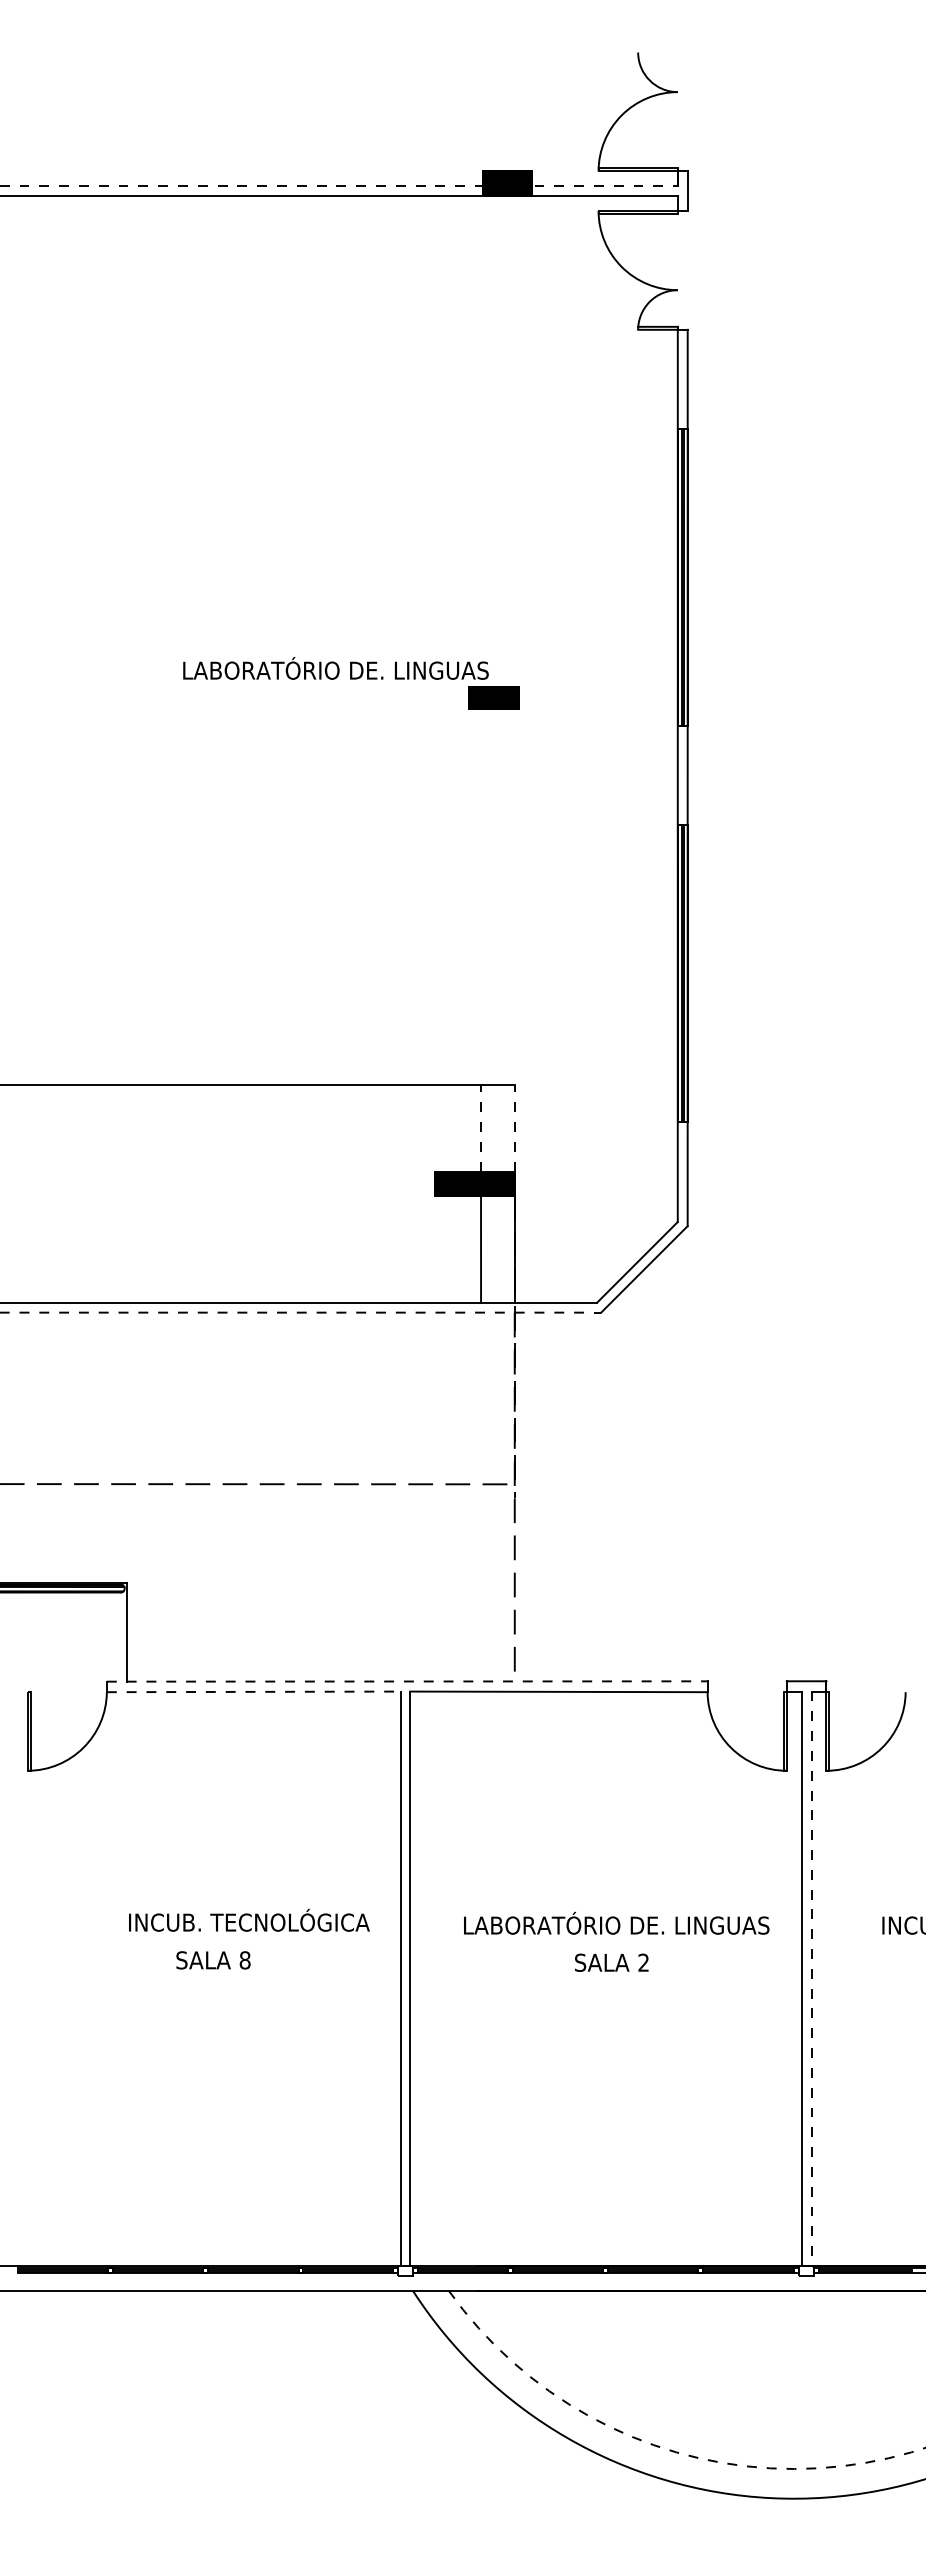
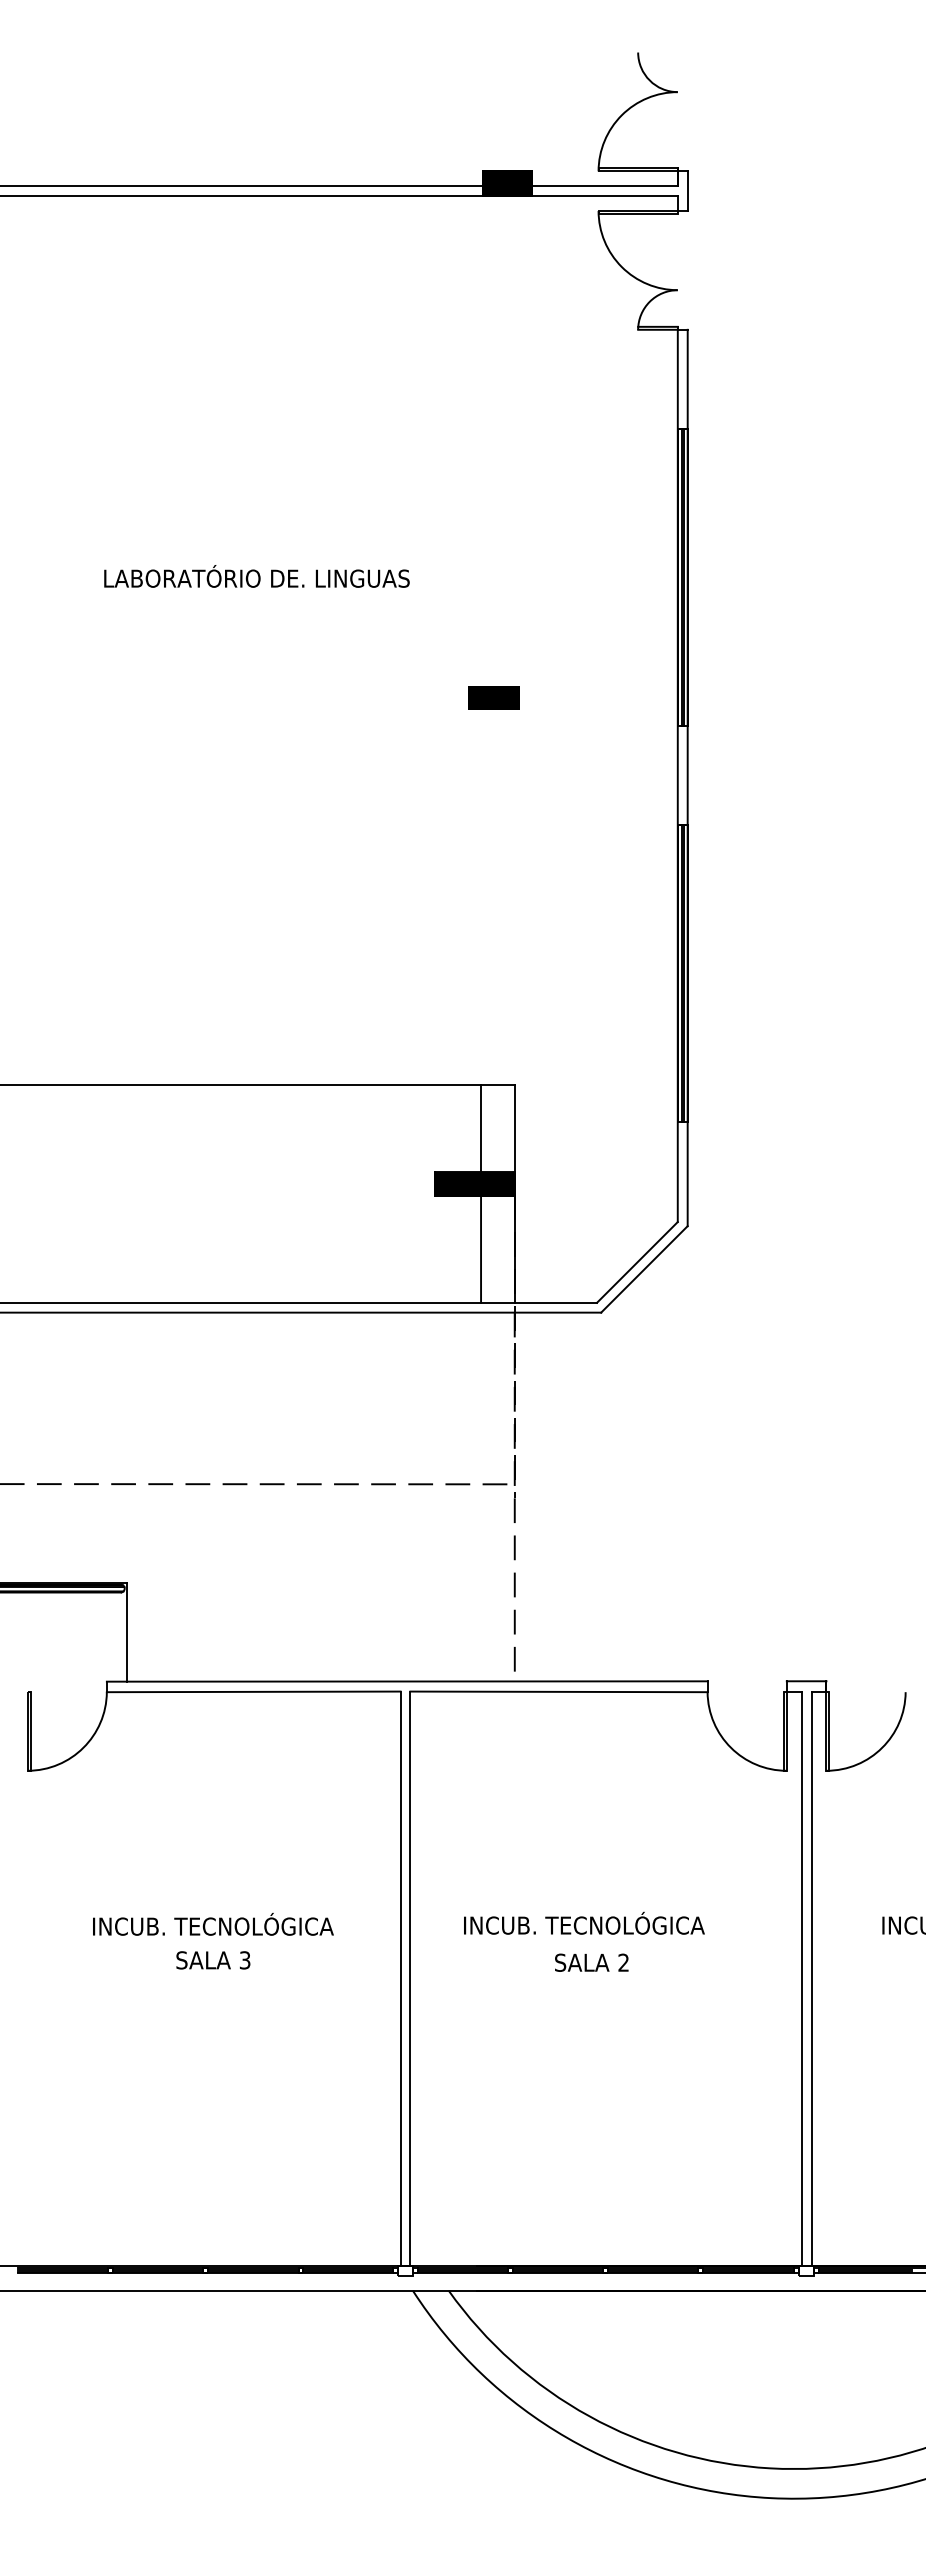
line at (339, 186): dashed -> solid
text at (335, 668) position: (335, 668) -> (256, 576)
line at (481, 1127): dashed -> solid
line at (514, 1127): dashed -> solid
line at (301, 1312): dashed -> solid
line at (407, 1681): dashed -> solid
line at (253, 1691): dashed -> solid
text at (249, 1920) position: (249, 1920) -> (213, 1924)
text at (617, 1922): LABORATÓRIO DE. LINGUAS -> INCUB. TECNOLÓGICA
text at (244, 1960): 8 -> 3
text at (611, 1962) position: (611, 1962) -> (591, 1962)
line at (811, 1979): dashed -> solid
arc at (662, 2447): dashed -> solid
